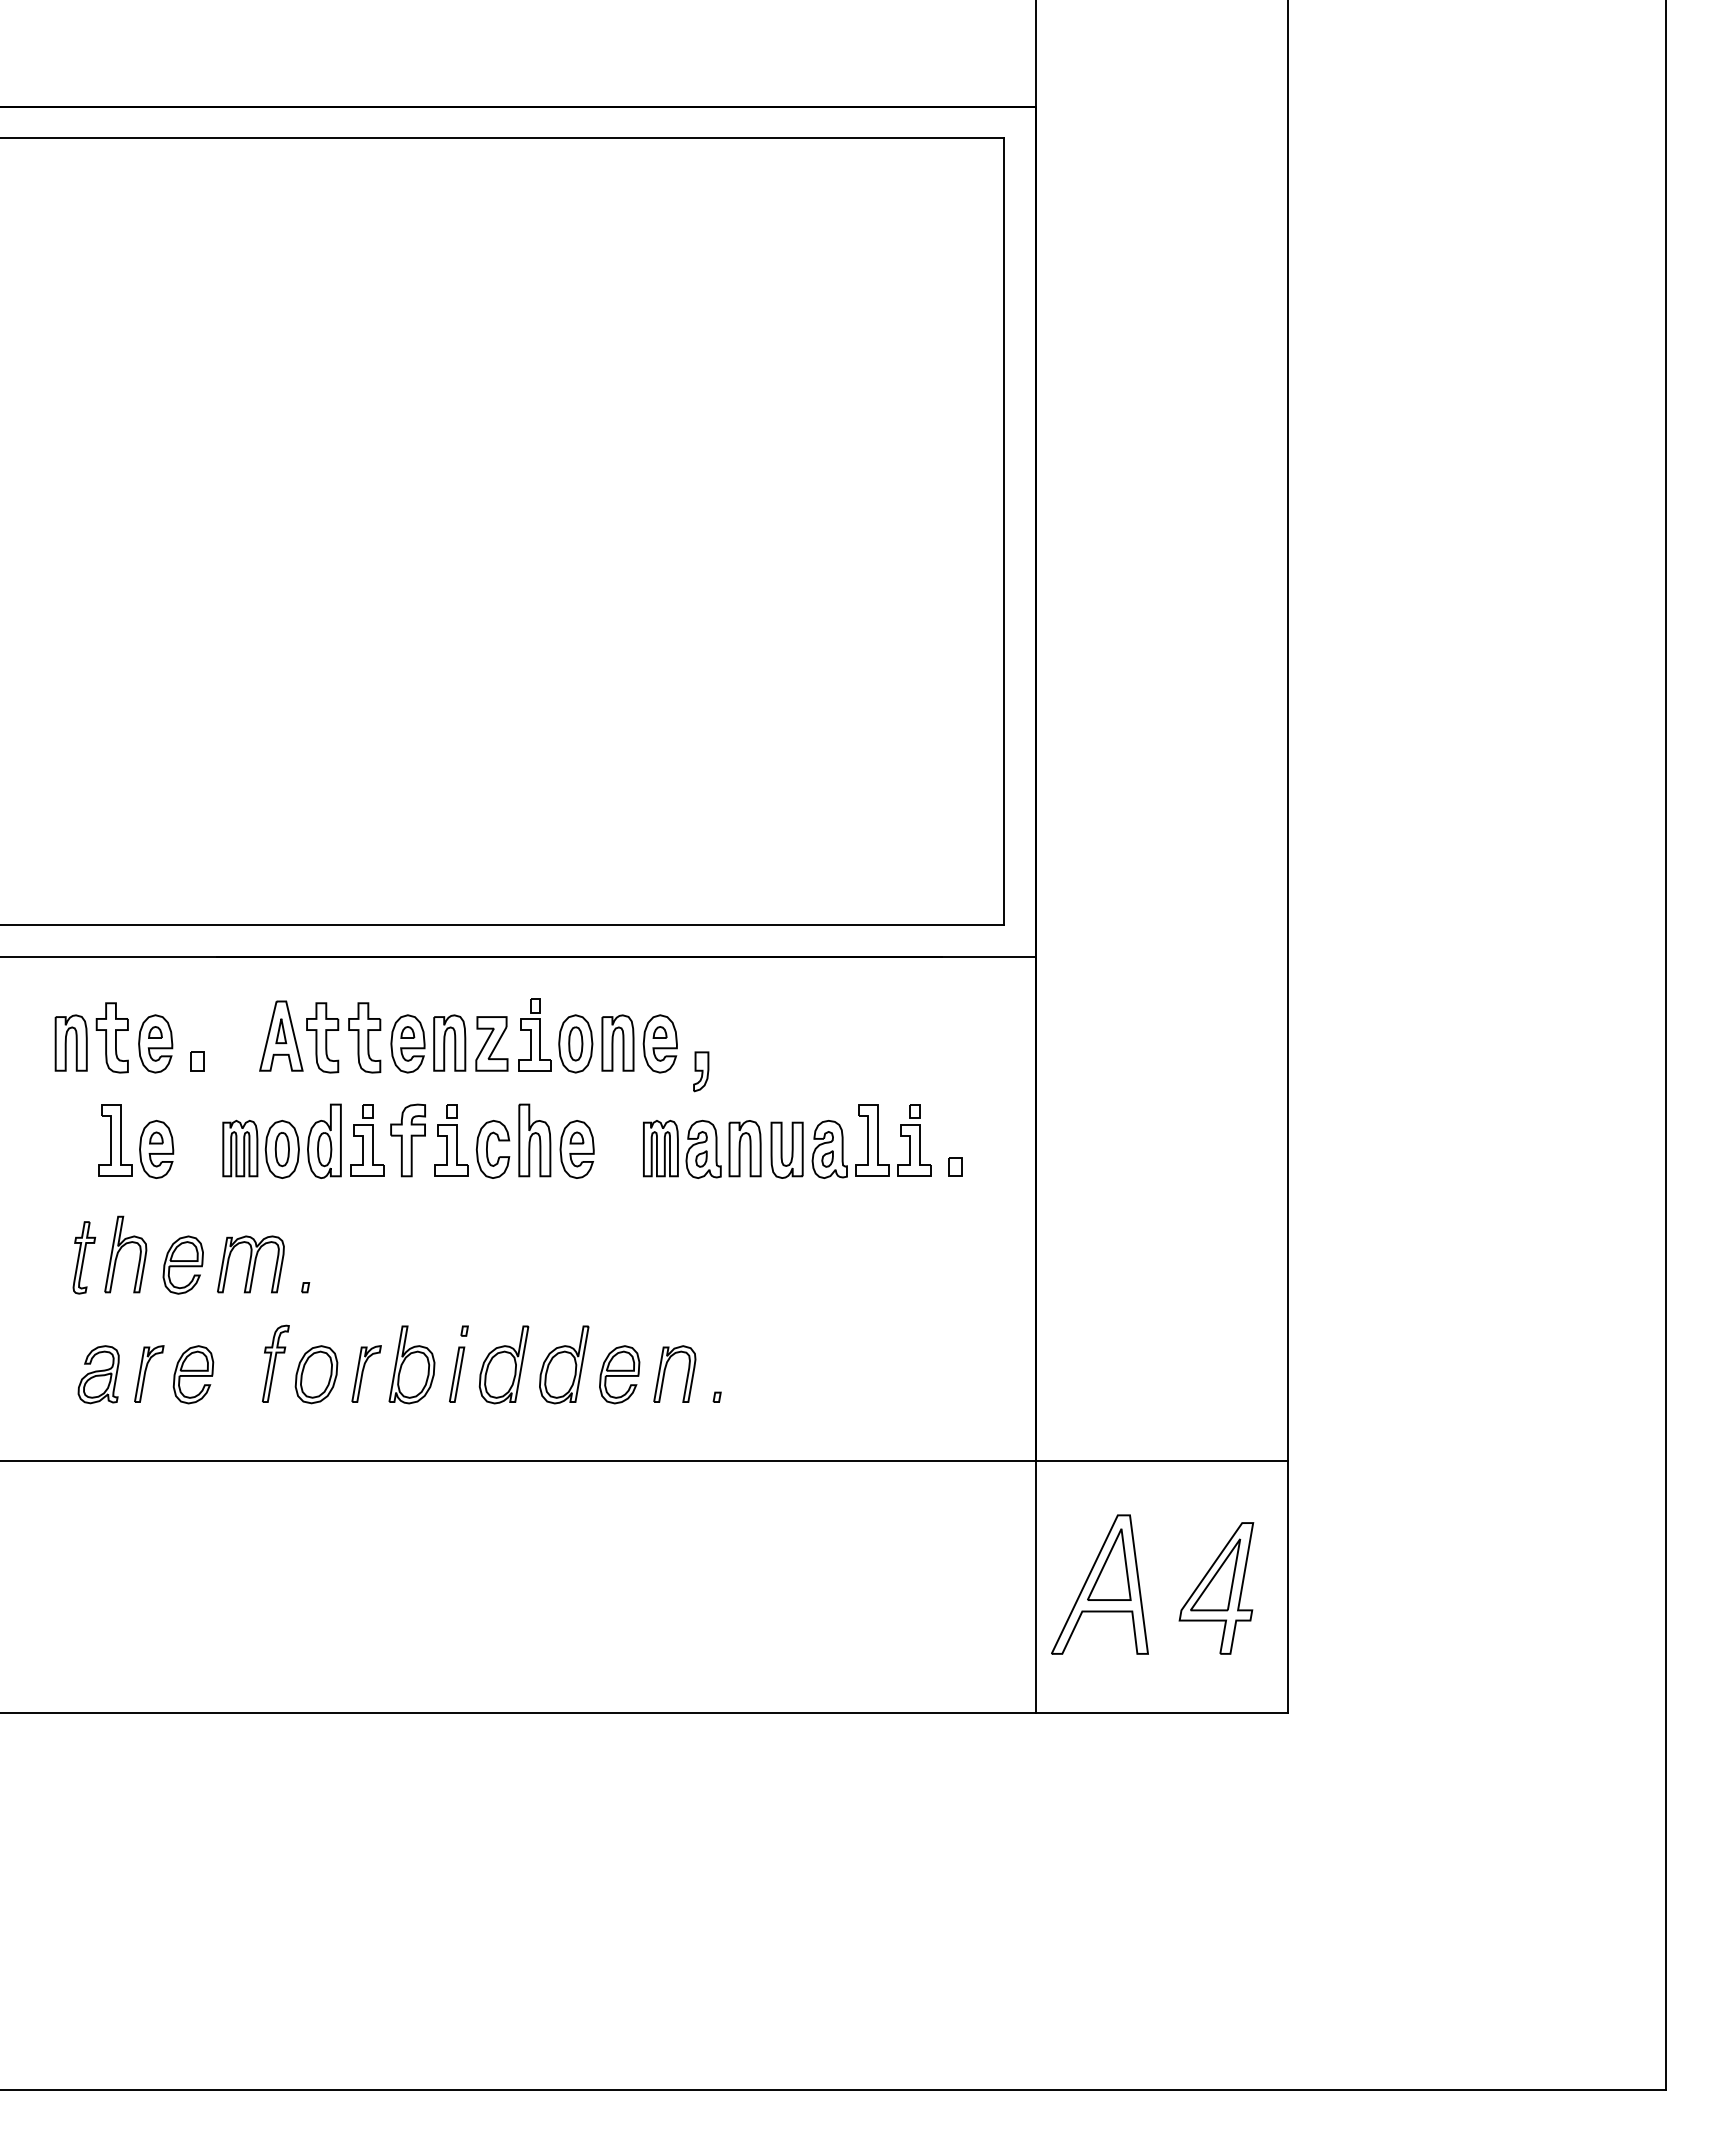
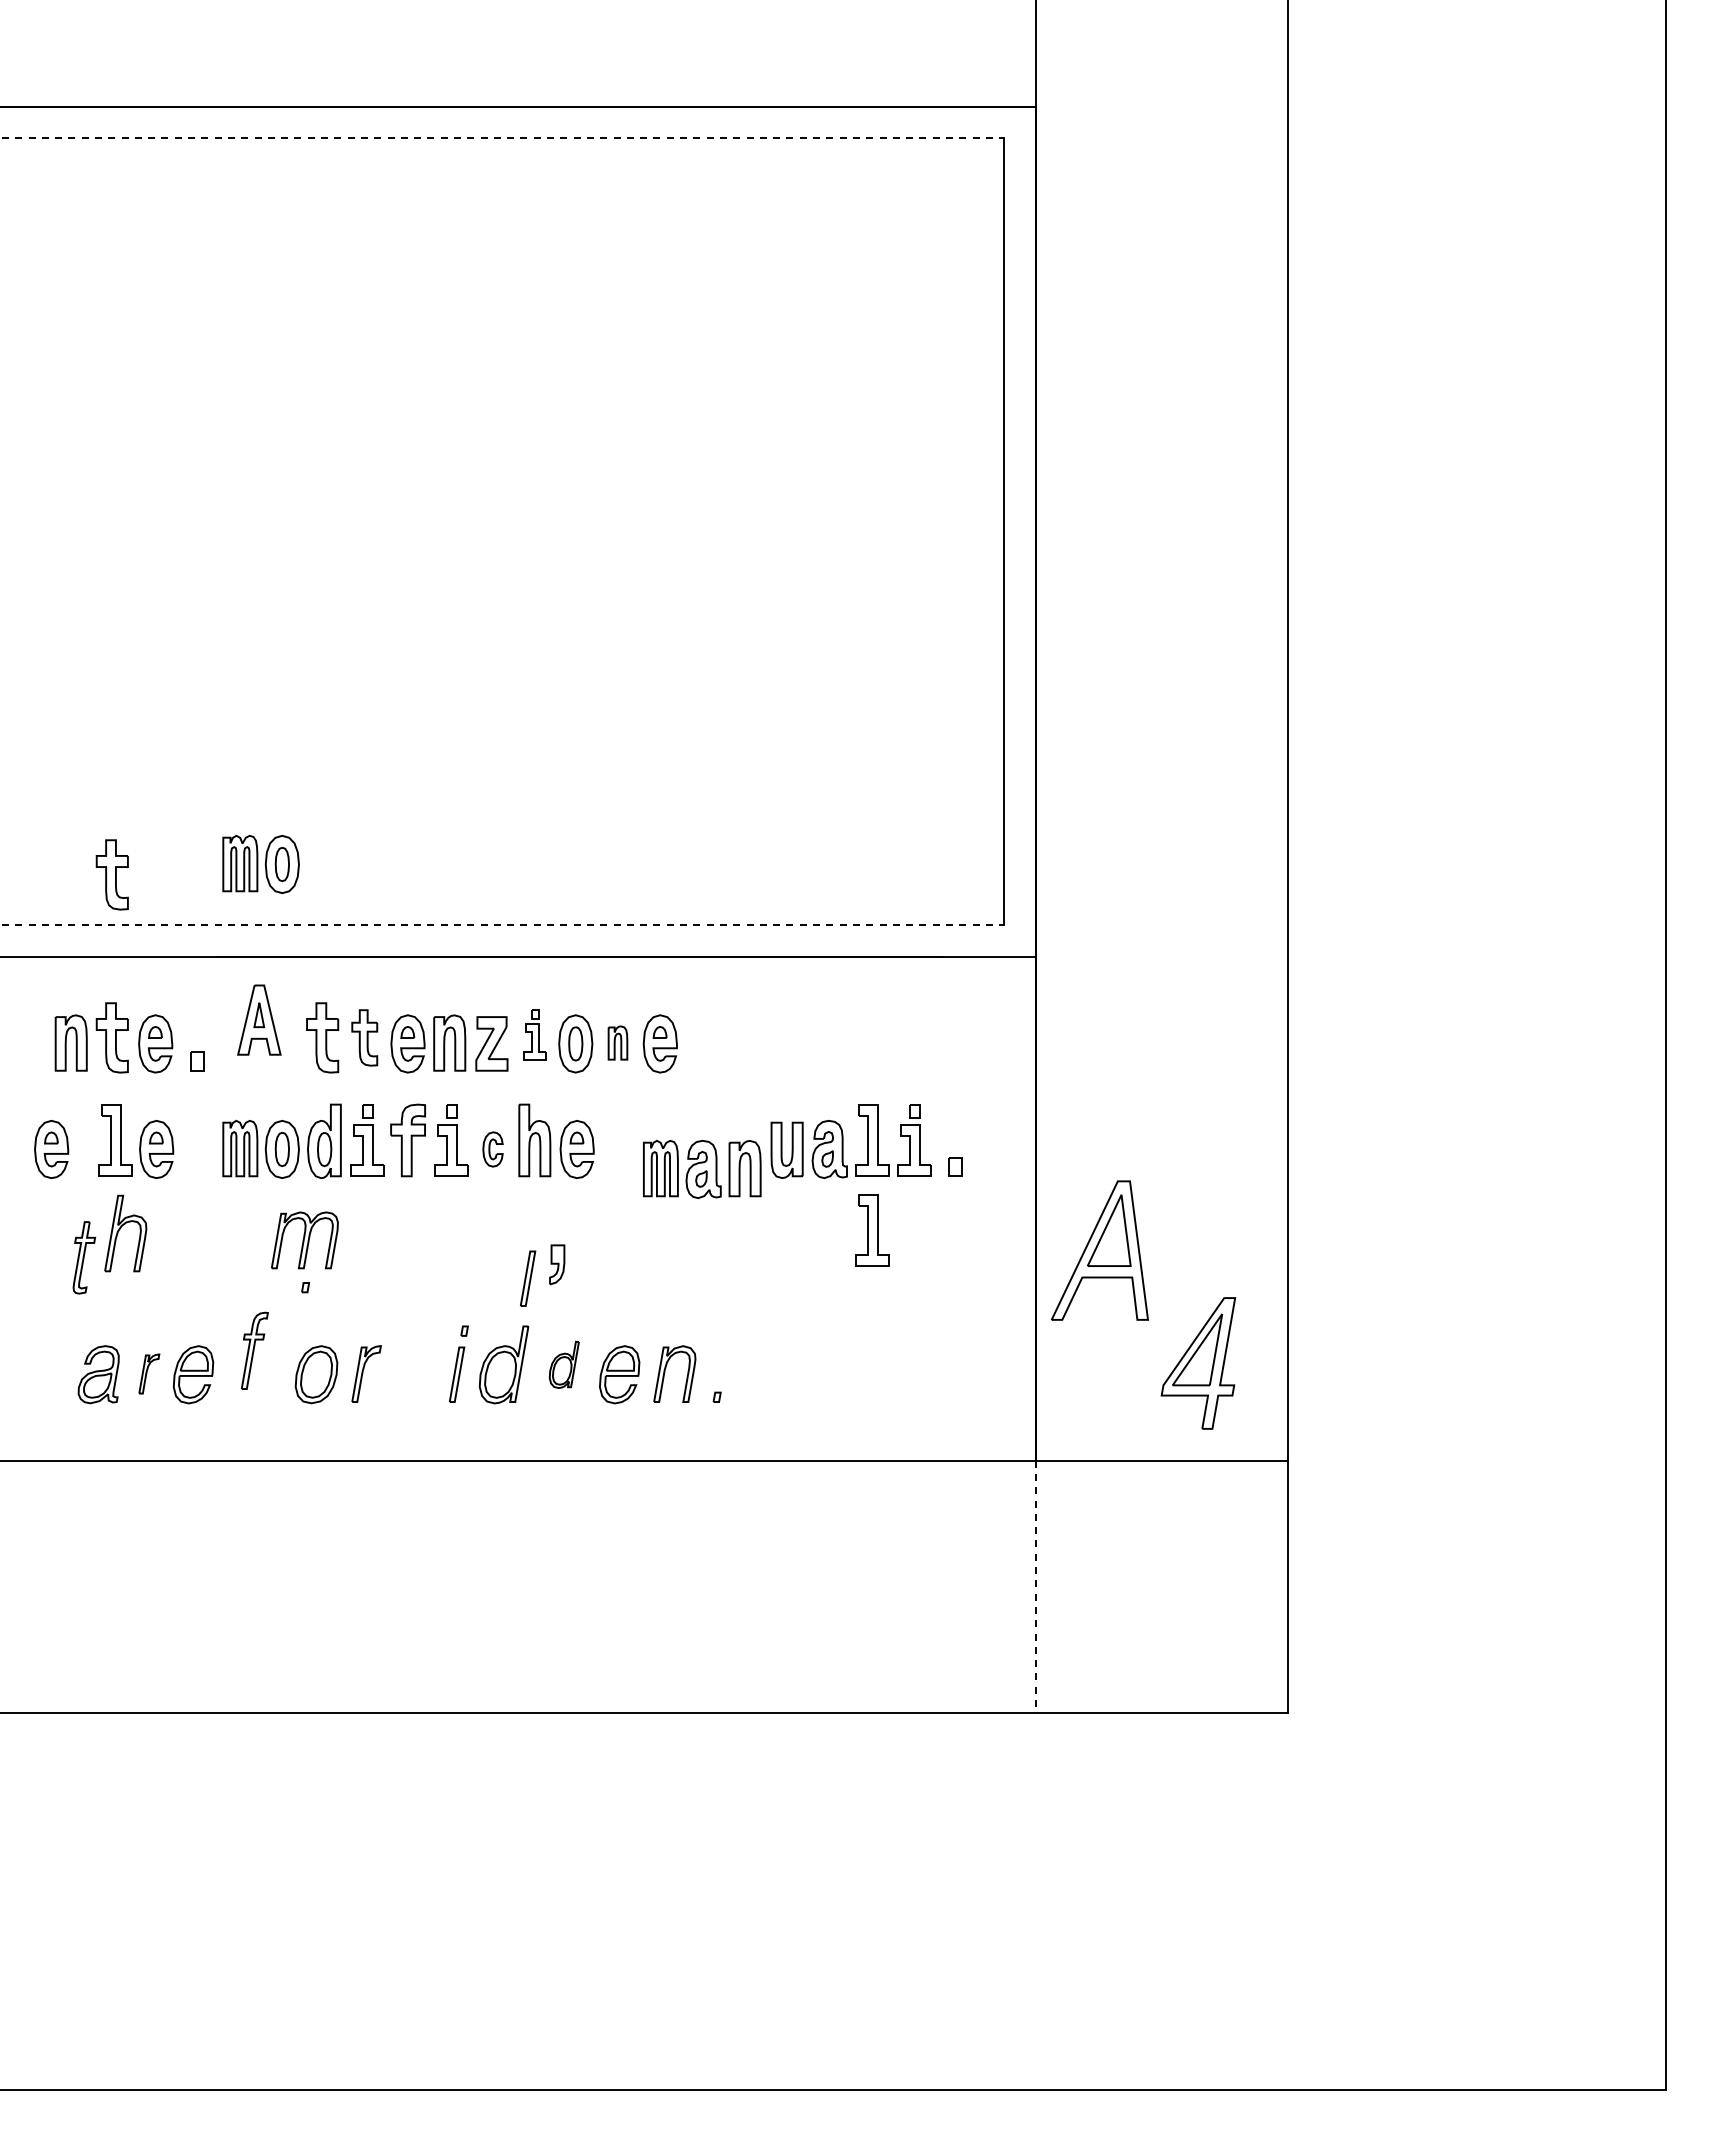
line at (502, 138): solid -> dashed
part at (260, 863): none -> present
part at (111, 874): none -> present
line at (502, 925): solid -> dashed
part at (534, 1034) size: 34x74 px -> 24x52 px
part at (281, 1035) position: (281, 1035) -> (259, 1019)
part at (364, 1037) size: 34x72 px -> 28x58 px
part at (617, 1042) size: 34x58 px -> 22x36 px
part at (701, 1071) position: (701, 1071) -> (557, 1264)
part at (51, 1149): none -> present
part at (492, 1149) size: 36x59 px -> 22x37 px
part at (702, 1149) position: (702, 1149) -> (702, 1169)
part at (872, 1230): none -> present
part at (119, 1252) position: (119, 1252) -> (119, 1231)
part at (182, 1264): present -> none
part at (250, 1264) position: (250, 1264) -> (304, 1240)
part at (528, 1278): none -> present
part at (275, 1363) position: (275, 1363) -> (254, 1350)
part at (411, 1364): present -> none
part at (564, 1364) size: 51x80 px -> 32x48 px
part at (149, 1373) size: 31x58 px -> 23x42 px
part at (1099, 1584) position: (1099, 1584) -> (1099, 1250)
line at (1035, 1586): solid -> dashed
part at (1216, 1588) position: (1216, 1588) -> (1198, 1363)
